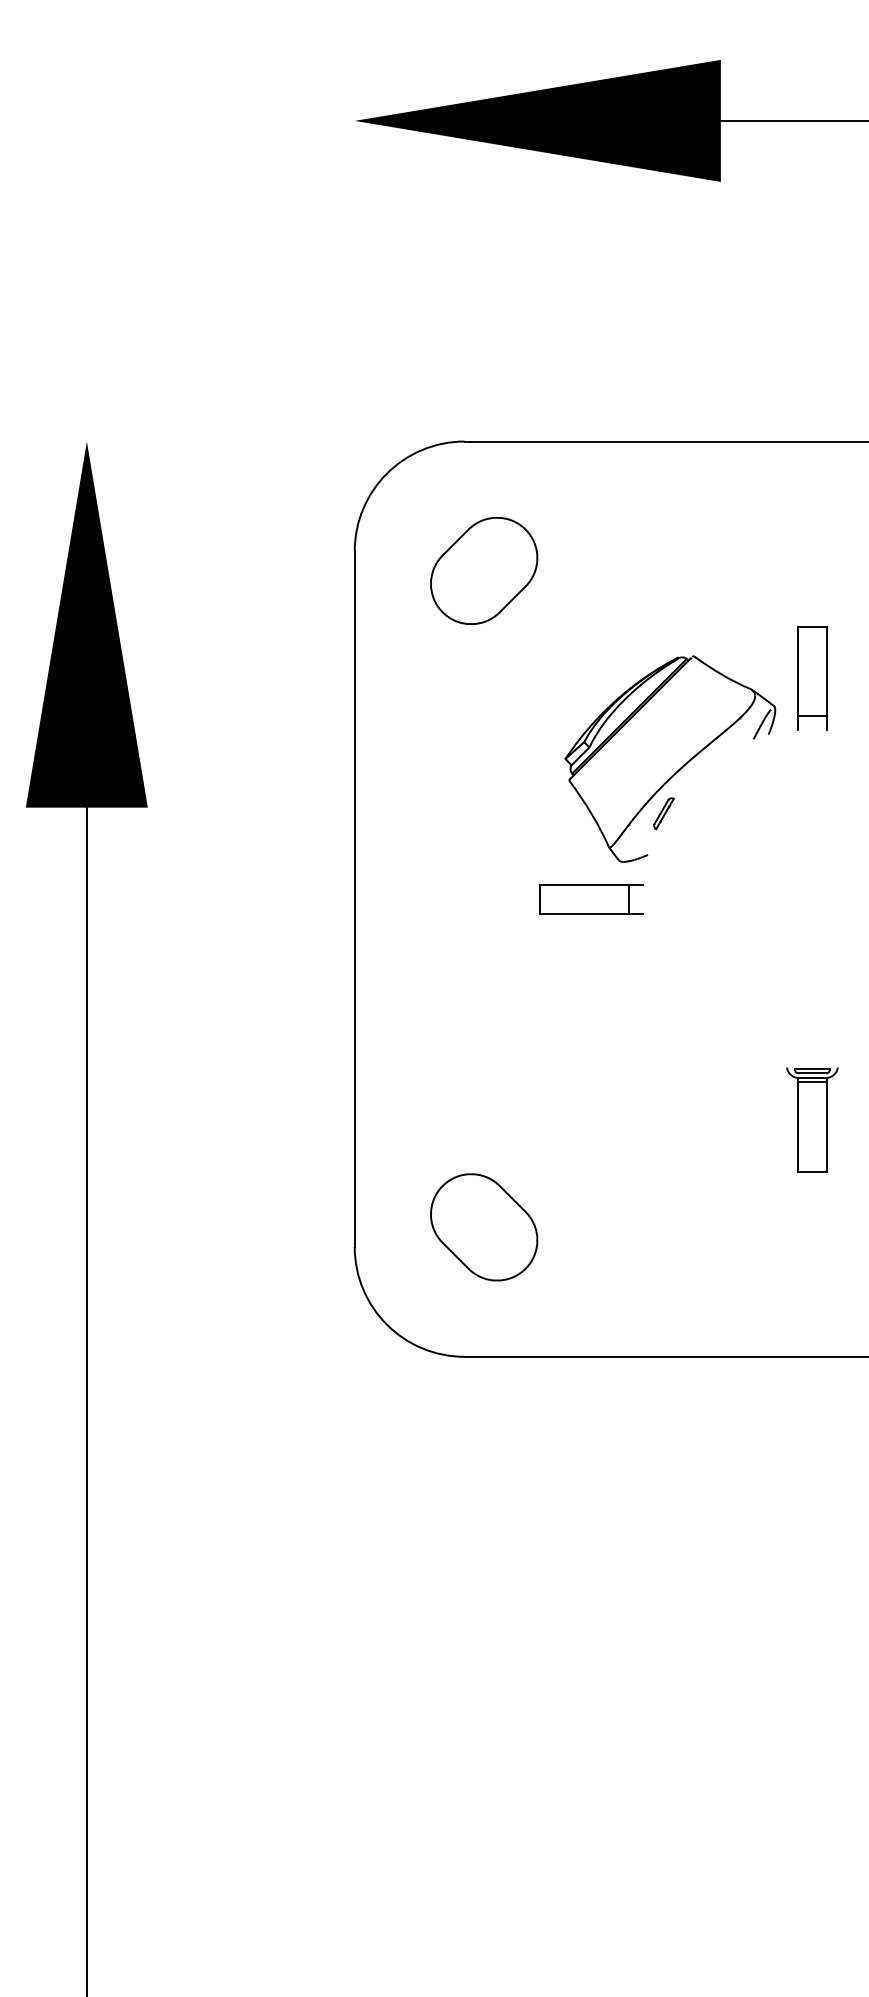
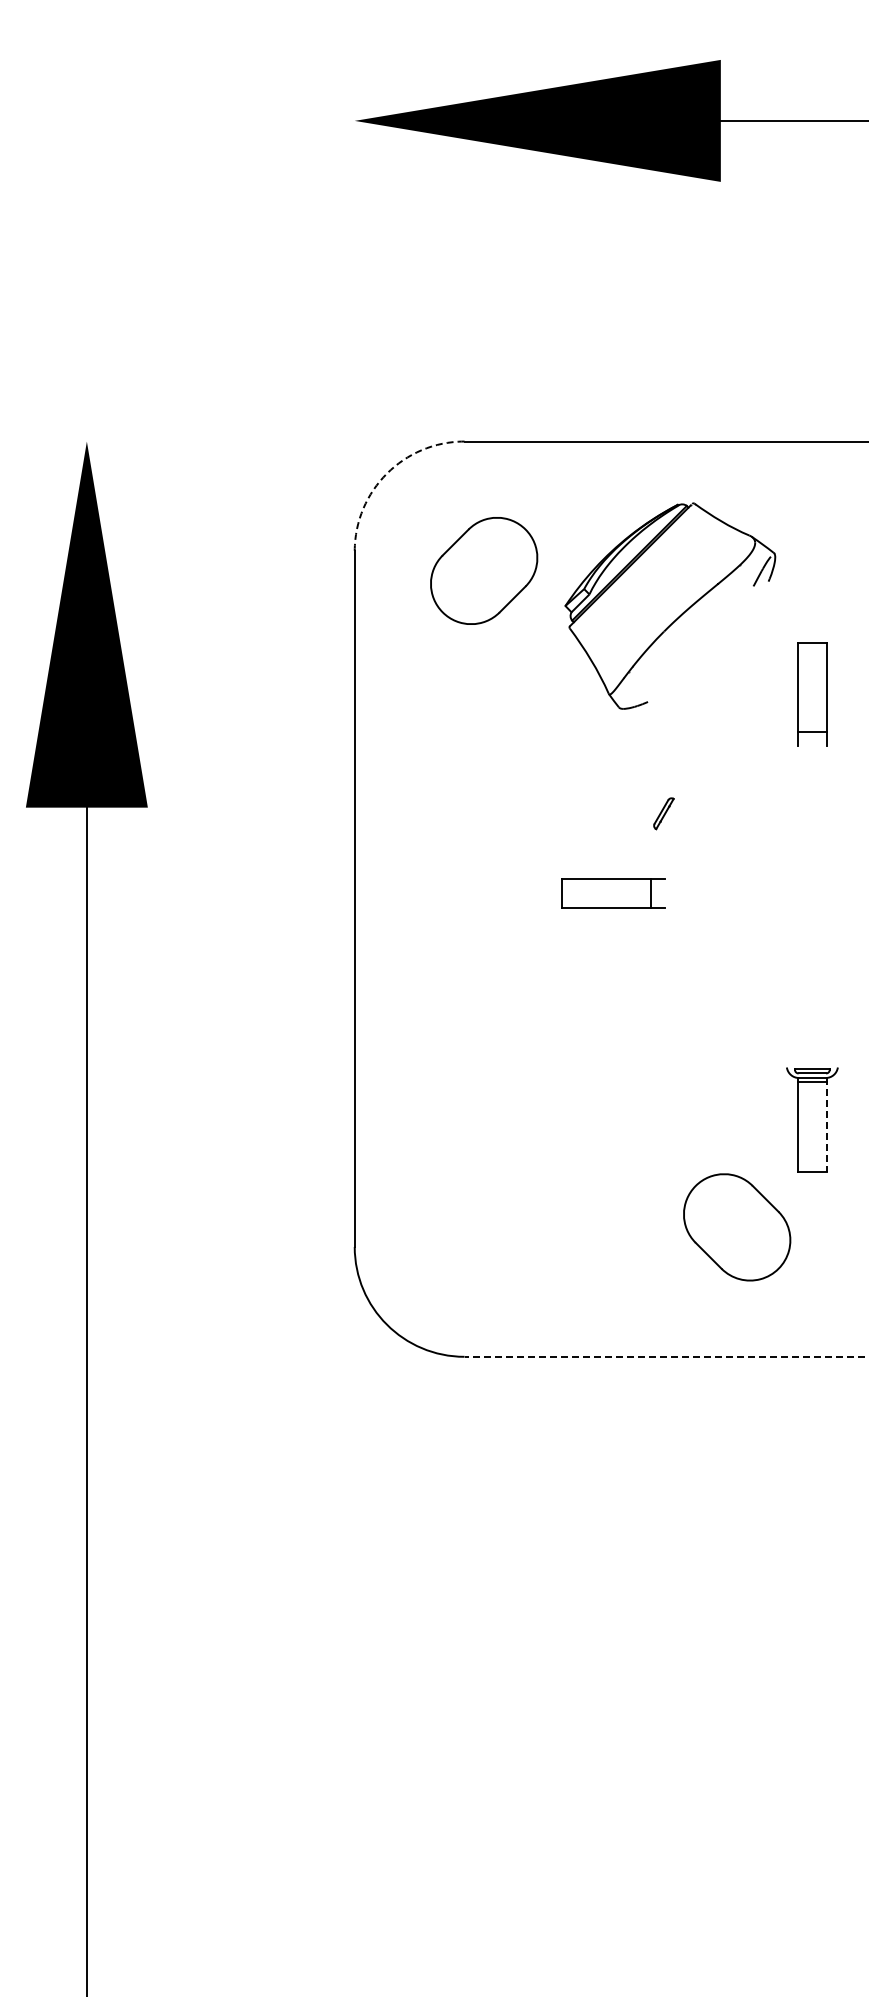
arc at (386, 473): solid -> dashed
part at (812, 678) position: (812, 678) -> (812, 694)
part at (670, 758) position: (670, 758) -> (670, 605)
part at (591, 899) position: (591, 899) -> (613, 893)
line at (827, 1124): solid -> dashed
part at (484, 1227) position: (484, 1227) -> (737, 1227)
line at (666, 1356): solid -> dashed
